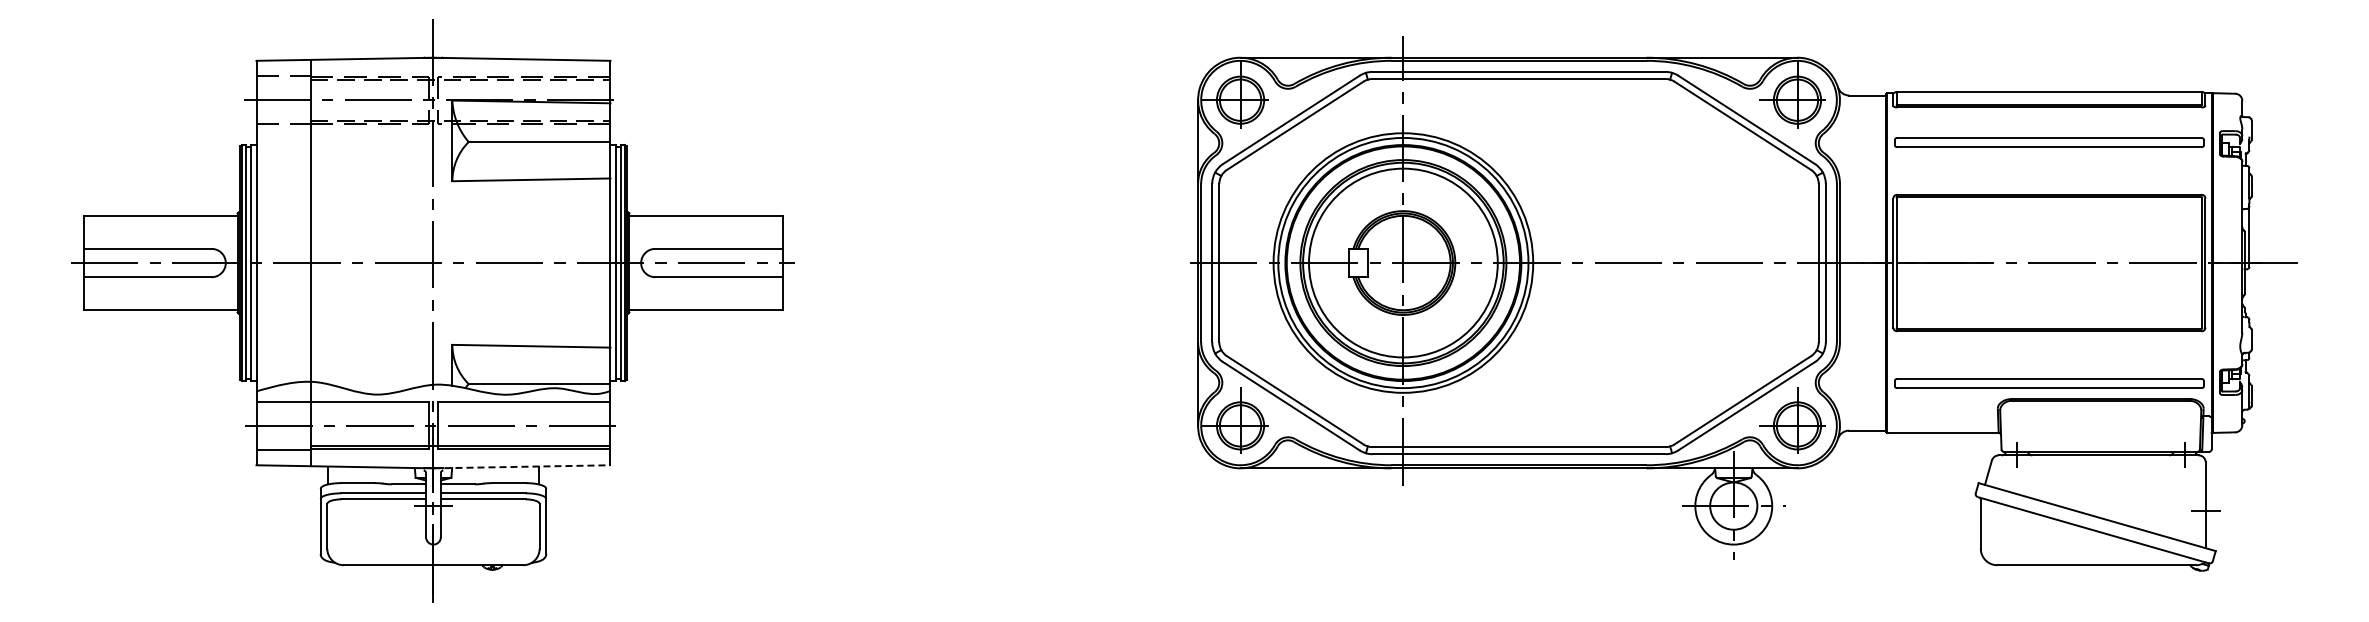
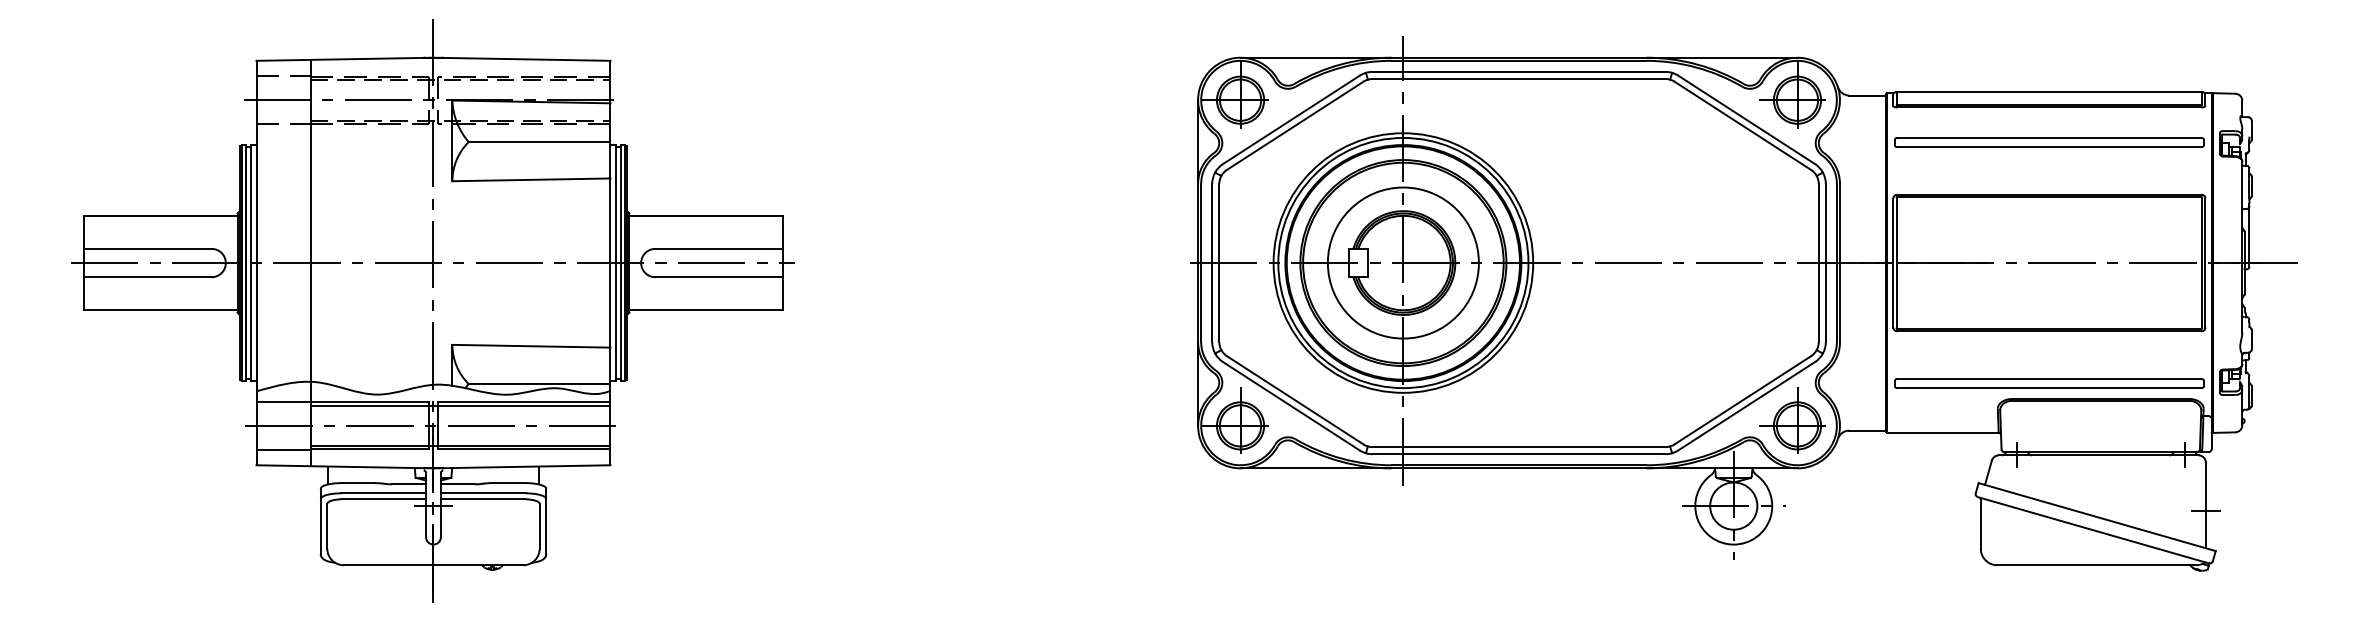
circle at (1403, 262) diameter: 189 px -> 151 px
line at (460, 405): none -> present
line at (521, 466): dashed -> solid
